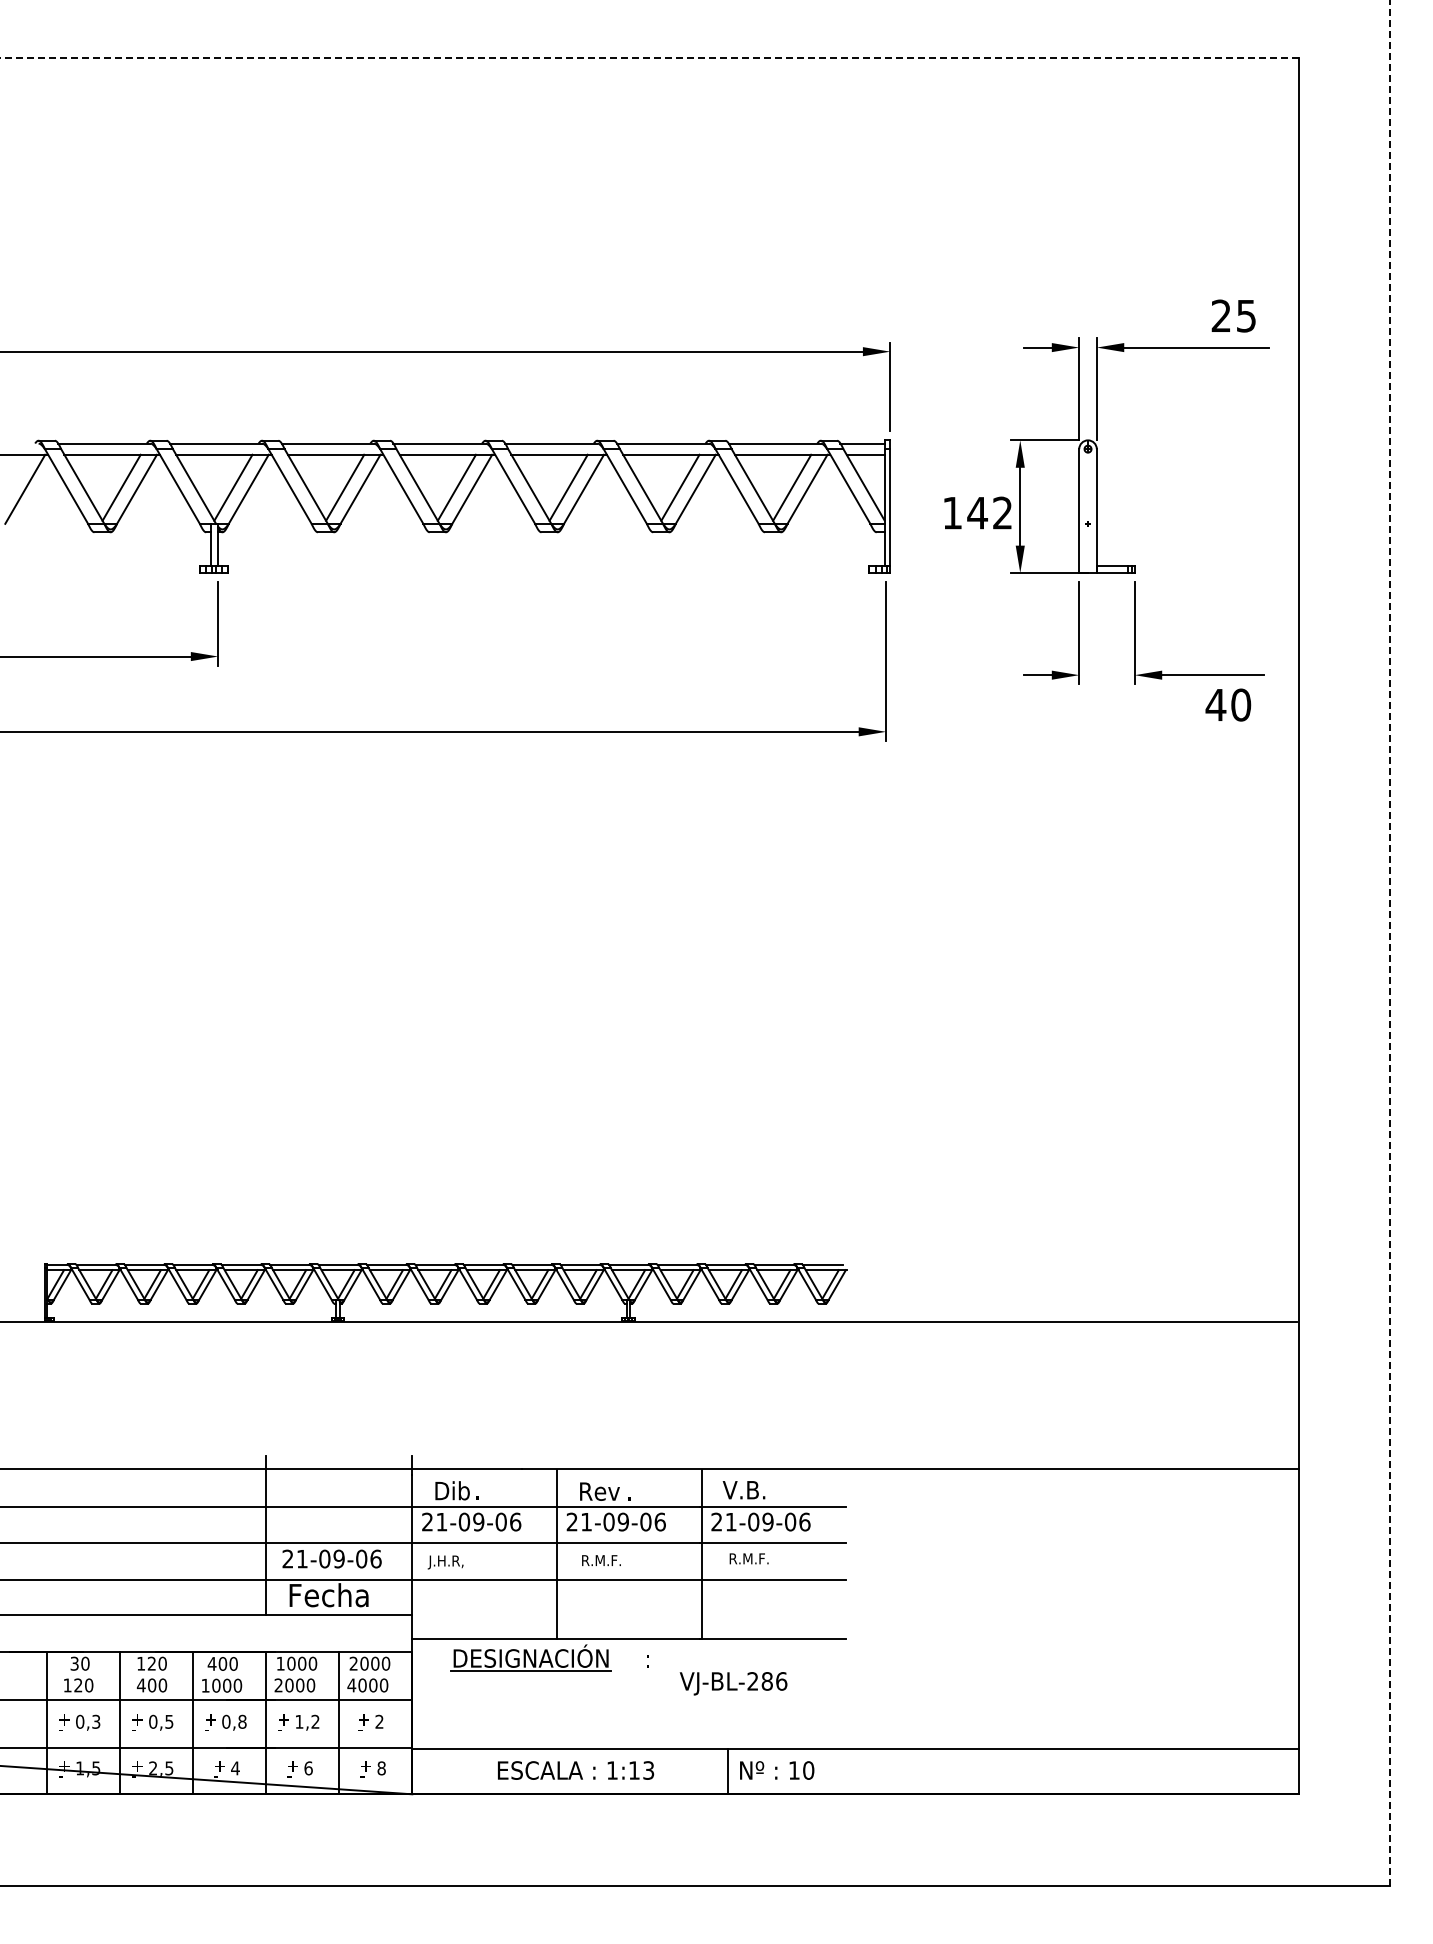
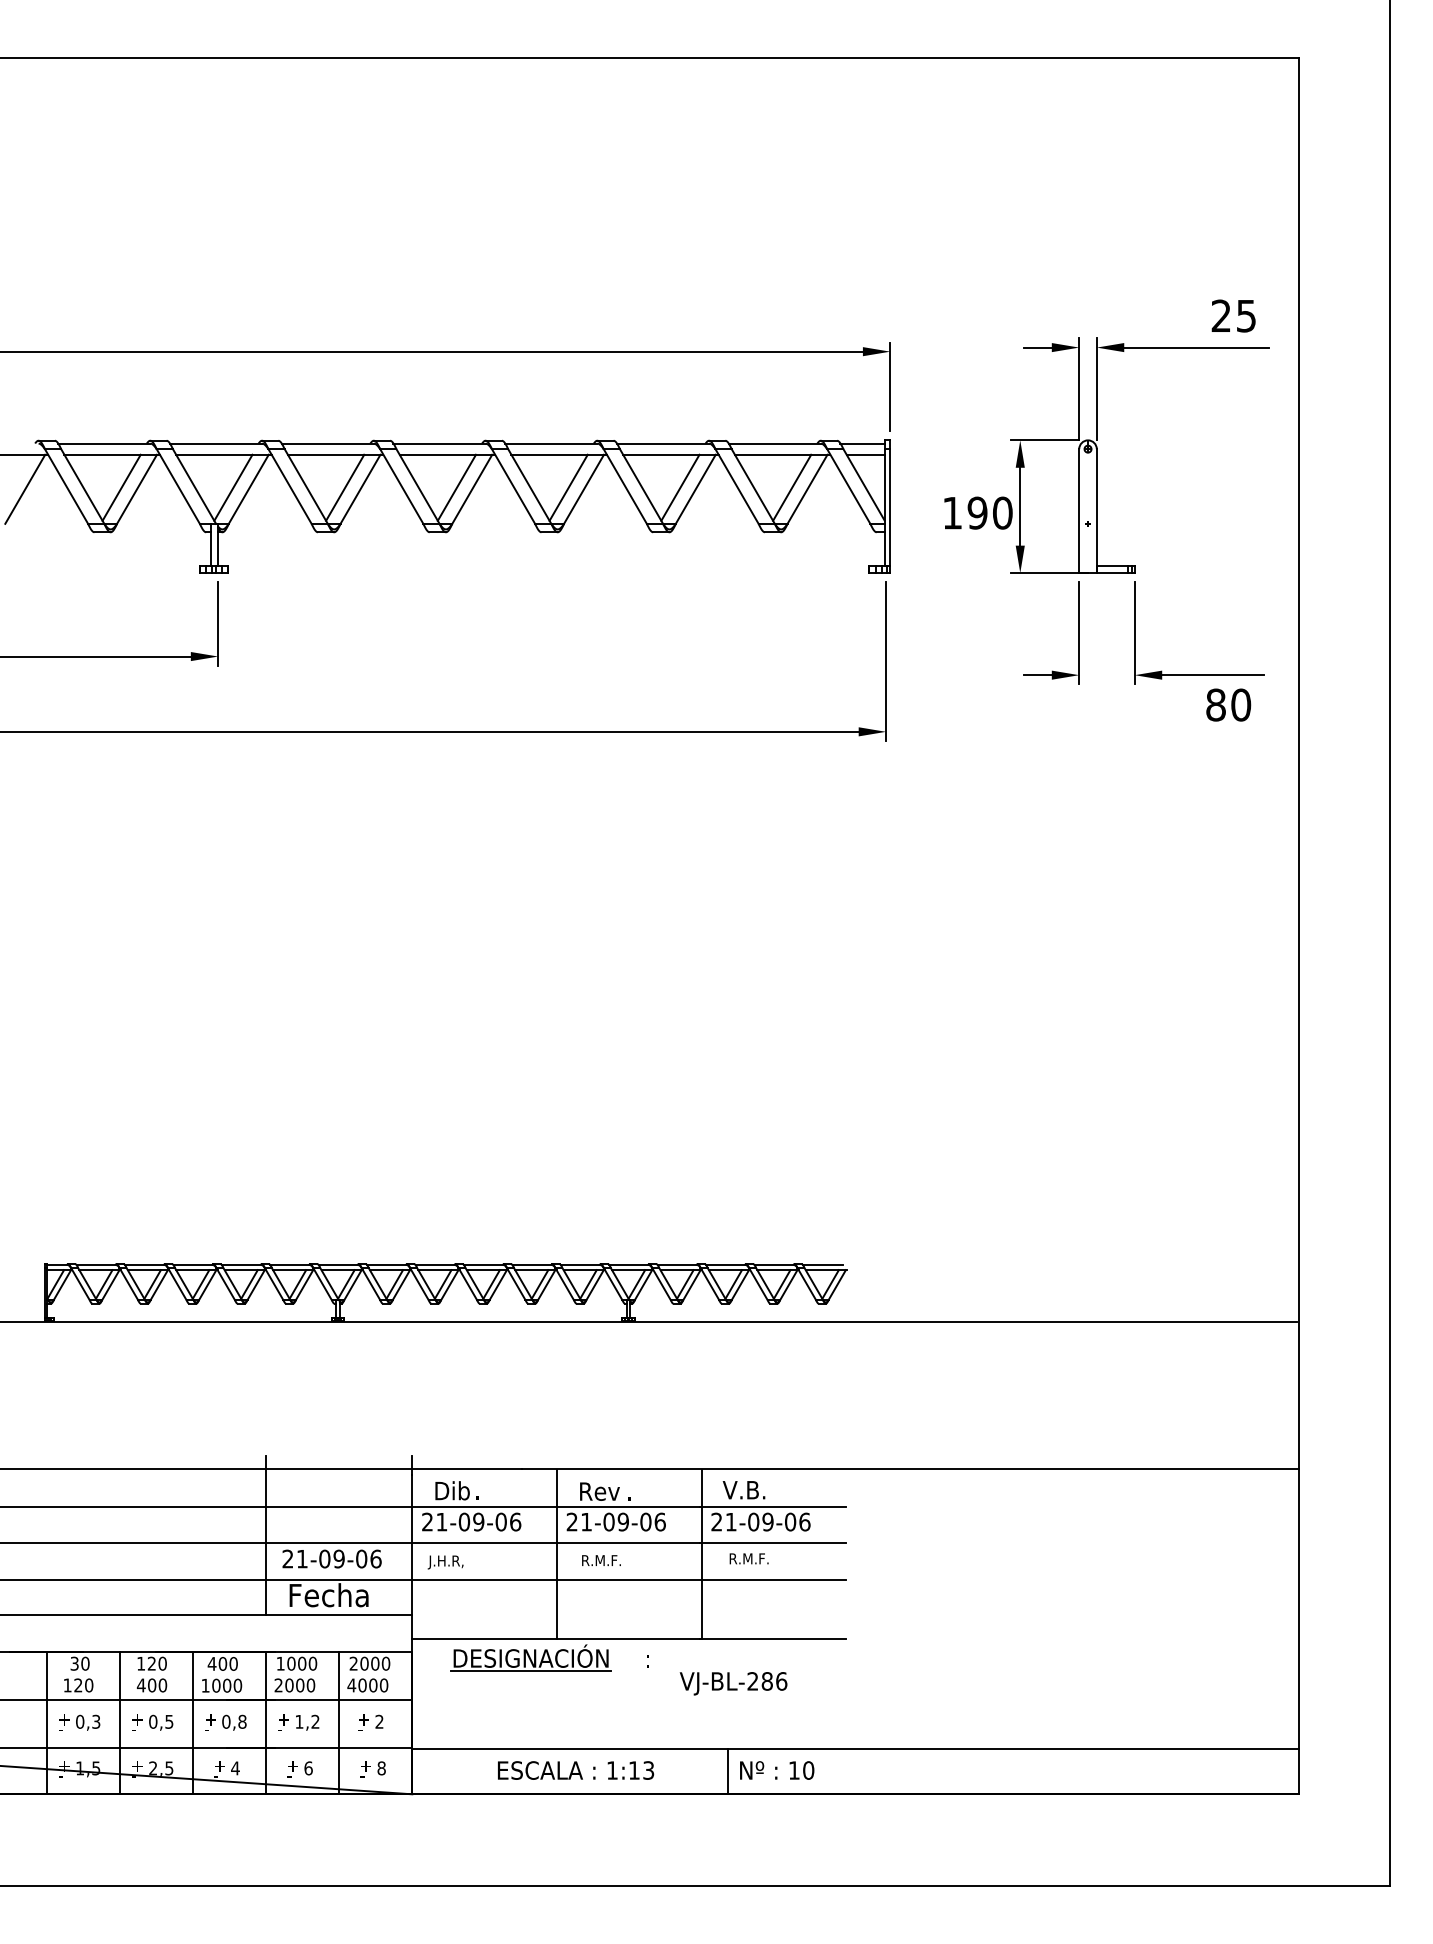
line at (649, 58): dashed -> solid
text at (989, 512): 142 -> 190
text at (1215, 704): 40 -> 80
line at (1389, 942): dashed -> solid
